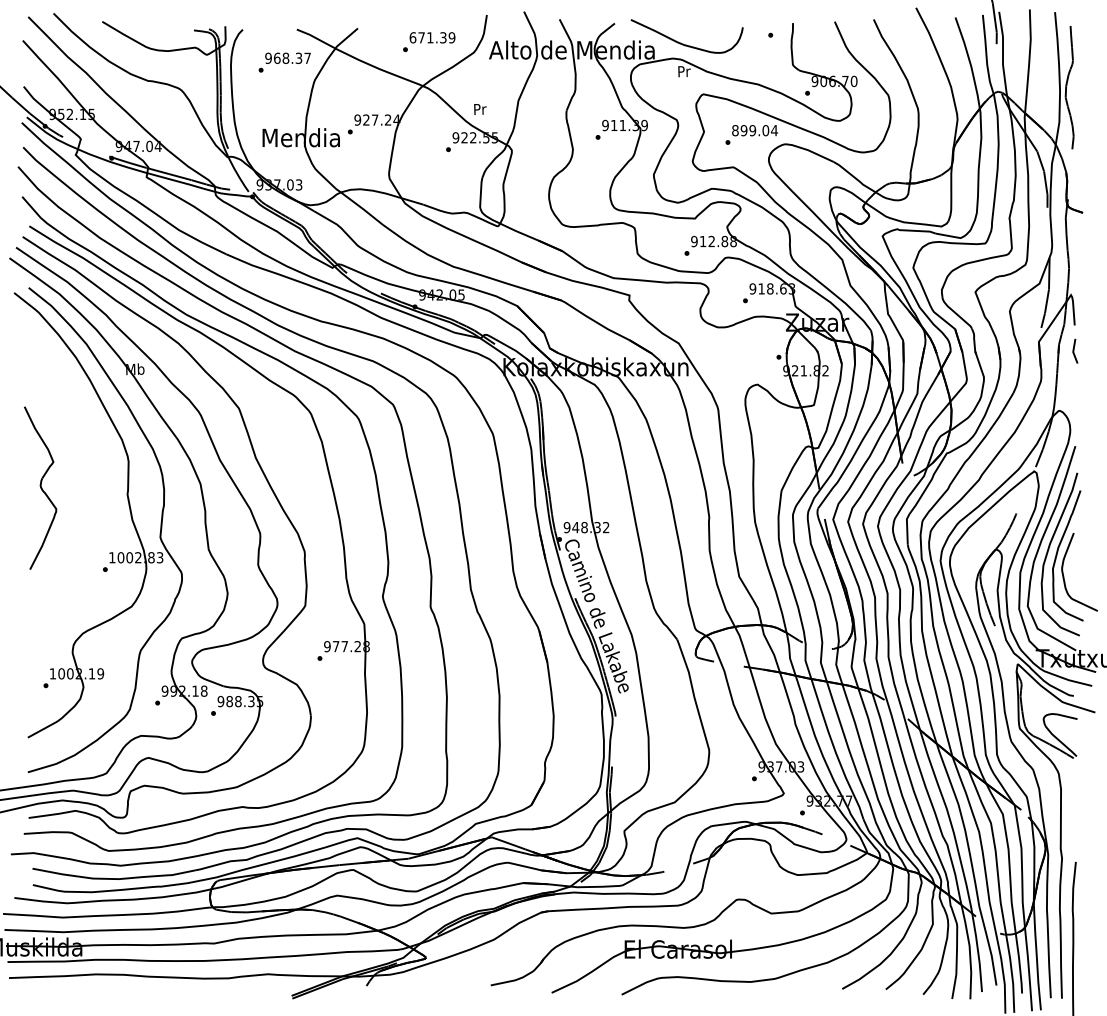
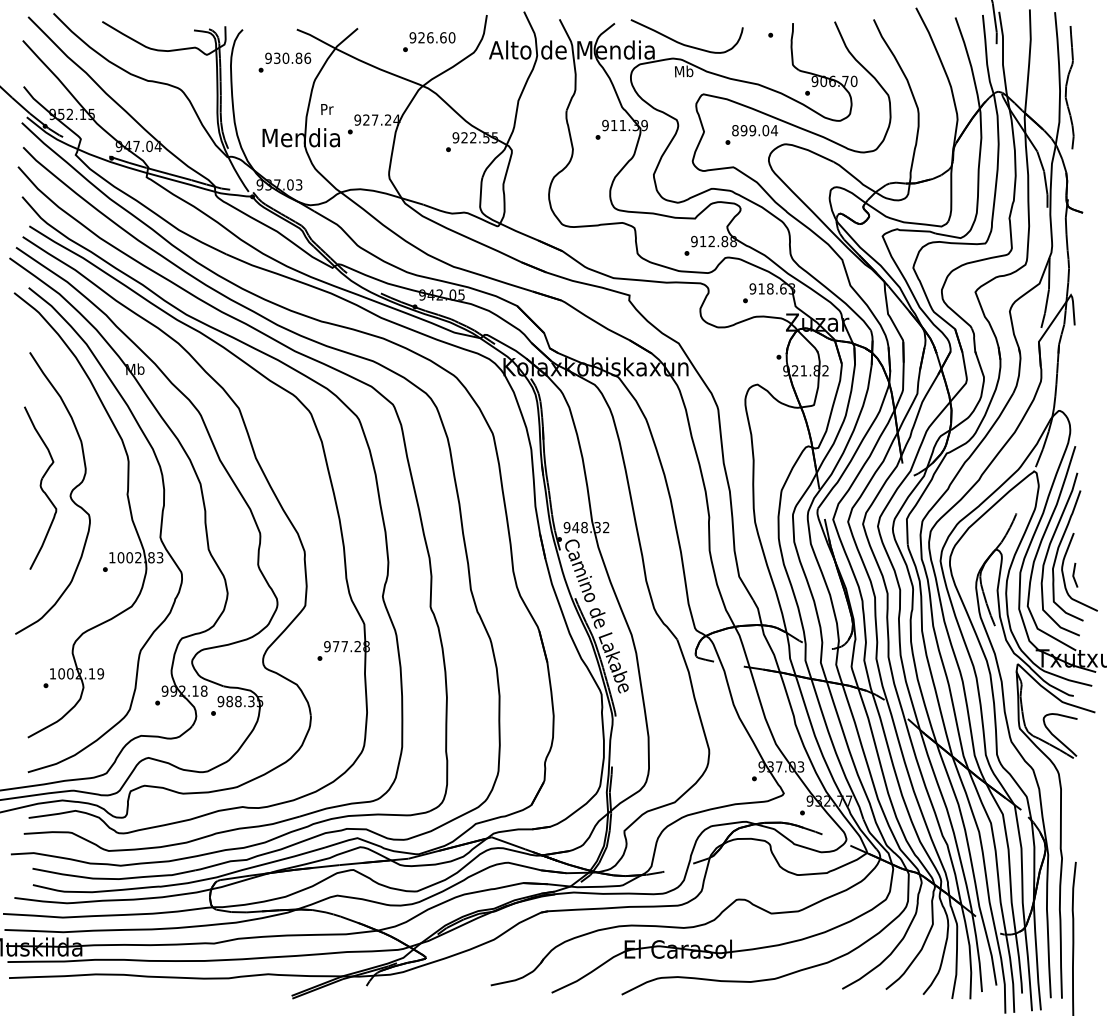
text at (432, 37): 671.39 -> 926.60
text at (292, 57): 968.37 -> 930.86
text at (684, 71): Pr -> Mb
text at (480, 109) position: (480, 109) -> (327, 109)
line at (1074, 350) position: (1074, 350) -> (1074, 574)
curve at (69, 494): none -> present
